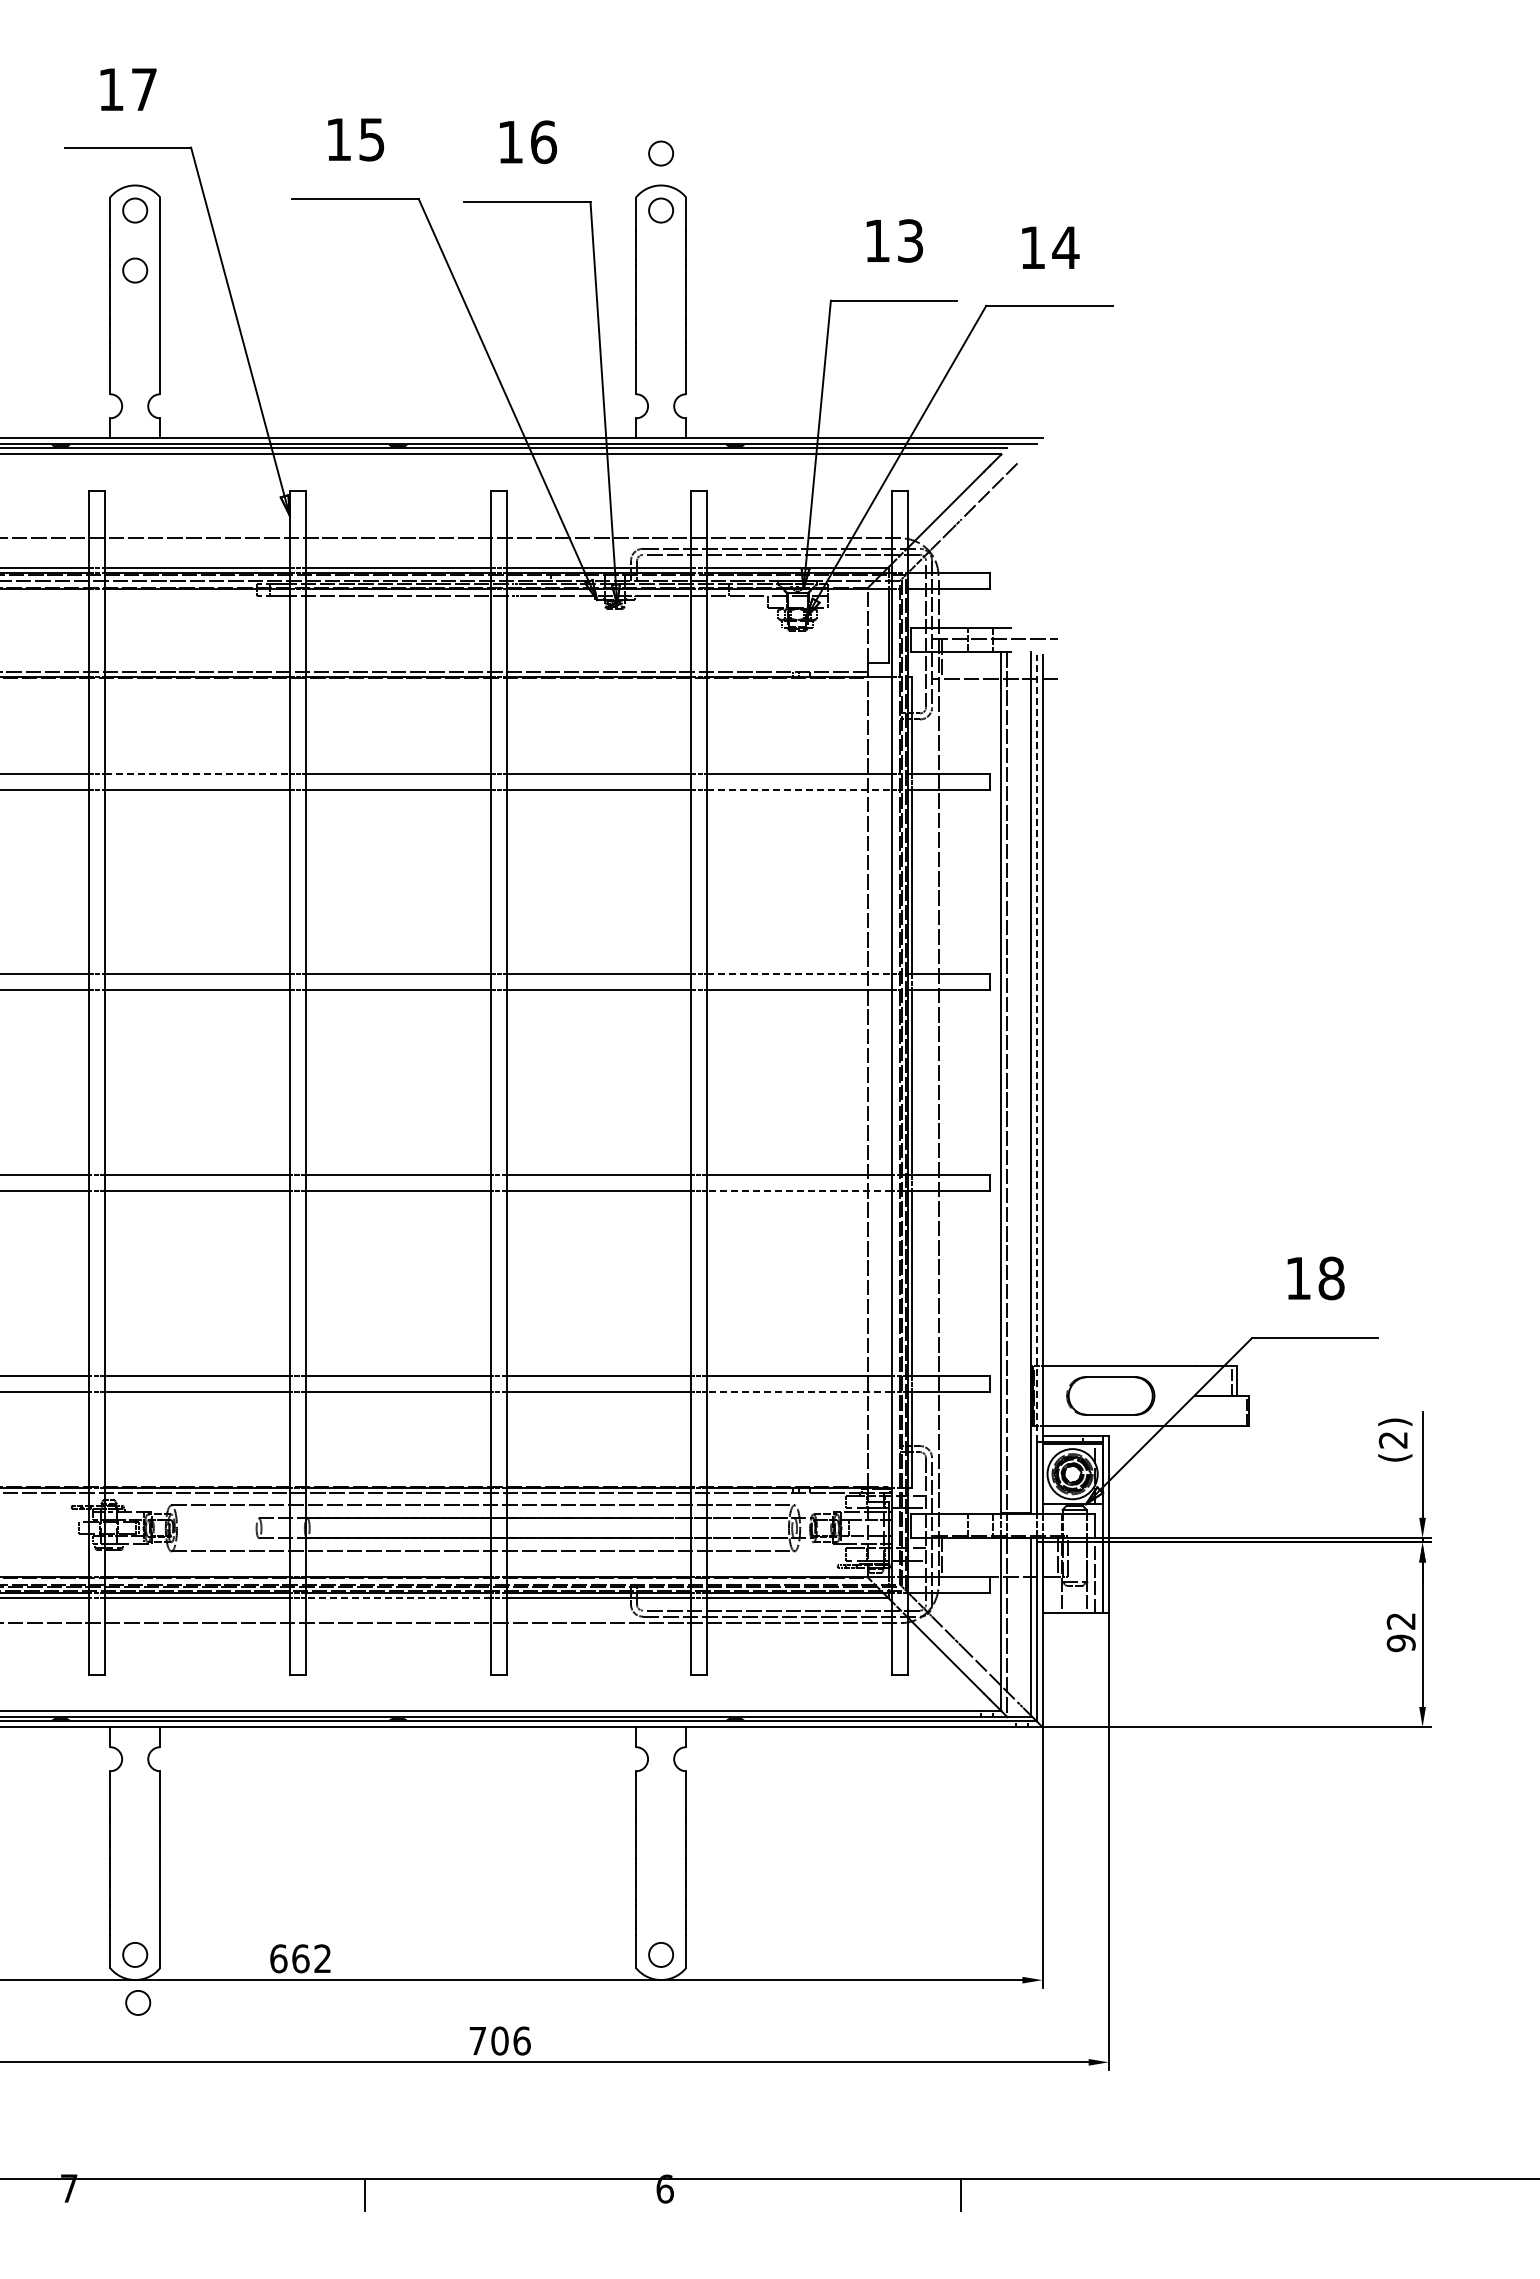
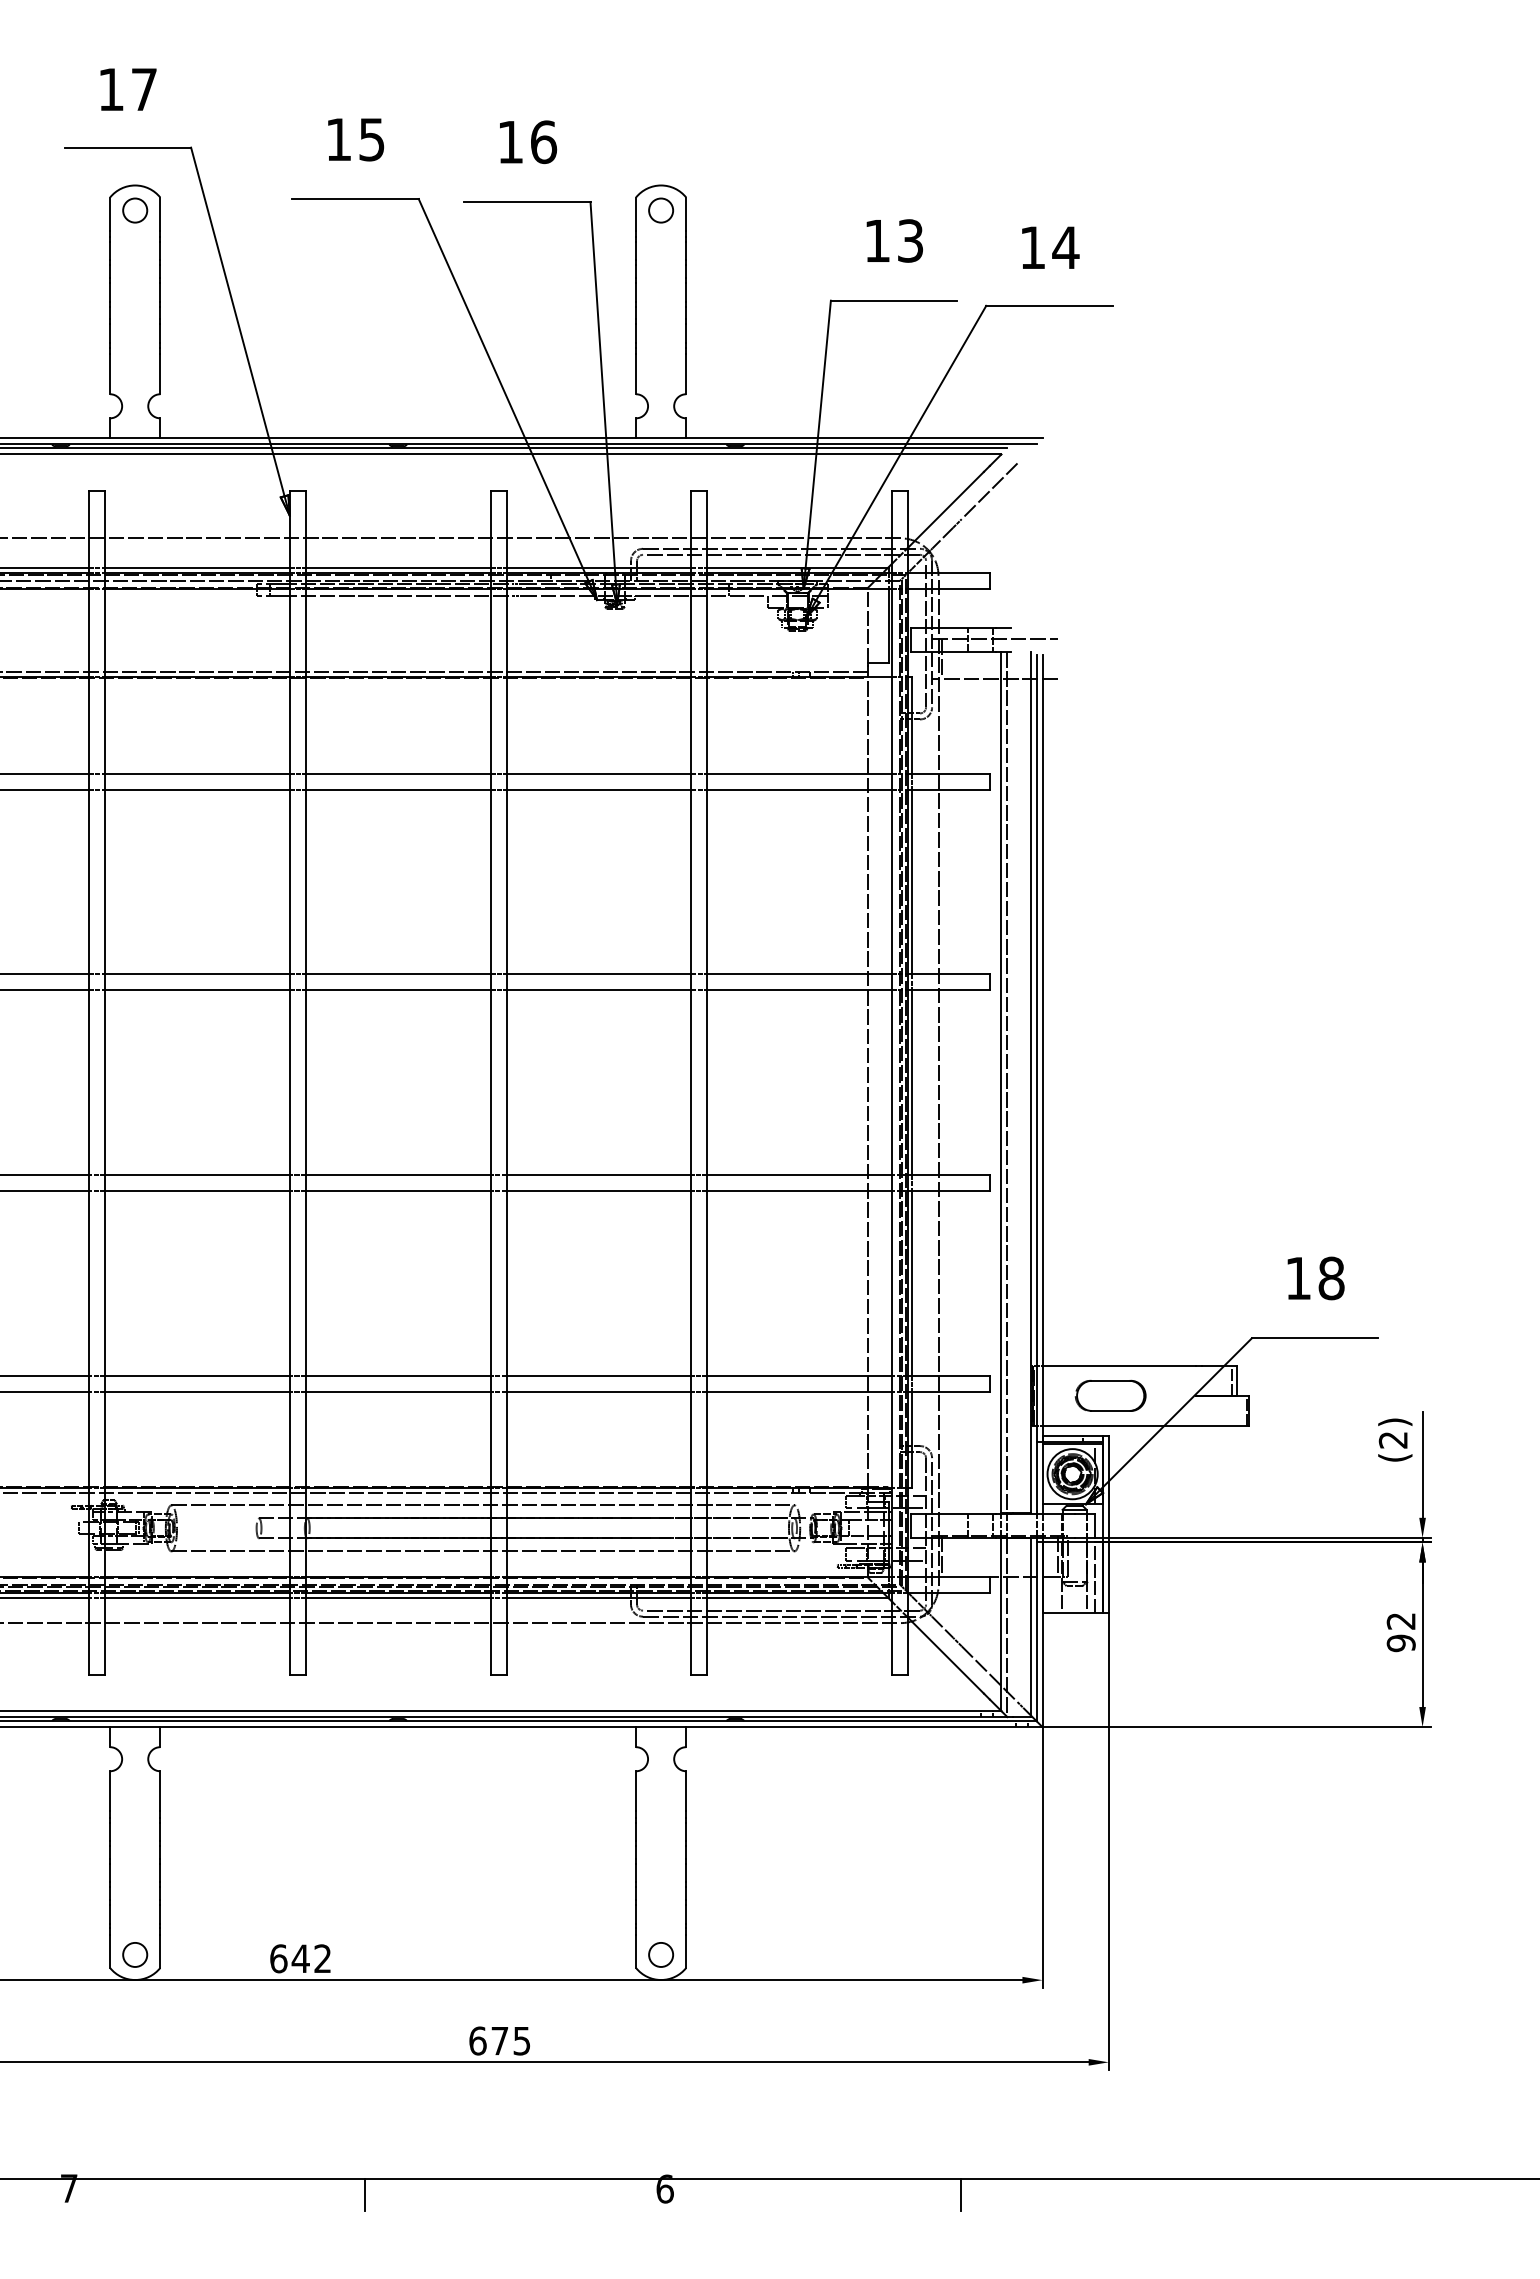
circle at (661, 153): present -> none
circle at (135, 270): present -> none
line at (197, 773): dashed -> solid
line at (800, 789): dashed -> solid
line at (800, 974): dashed -> solid
line at (1036, 1048): dashed -> solid
line at (799, 1191): dashed -> solid
line at (799, 1391): dashed -> solid
part at (1110, 1395) size: 90x40 px -> 73x33 px
line at (397, 1597): dashed -> solid
text at (300, 1958): 662 -> 642
circle at (138, 2002): present -> none
text at (499, 2040): 706 -> 675
